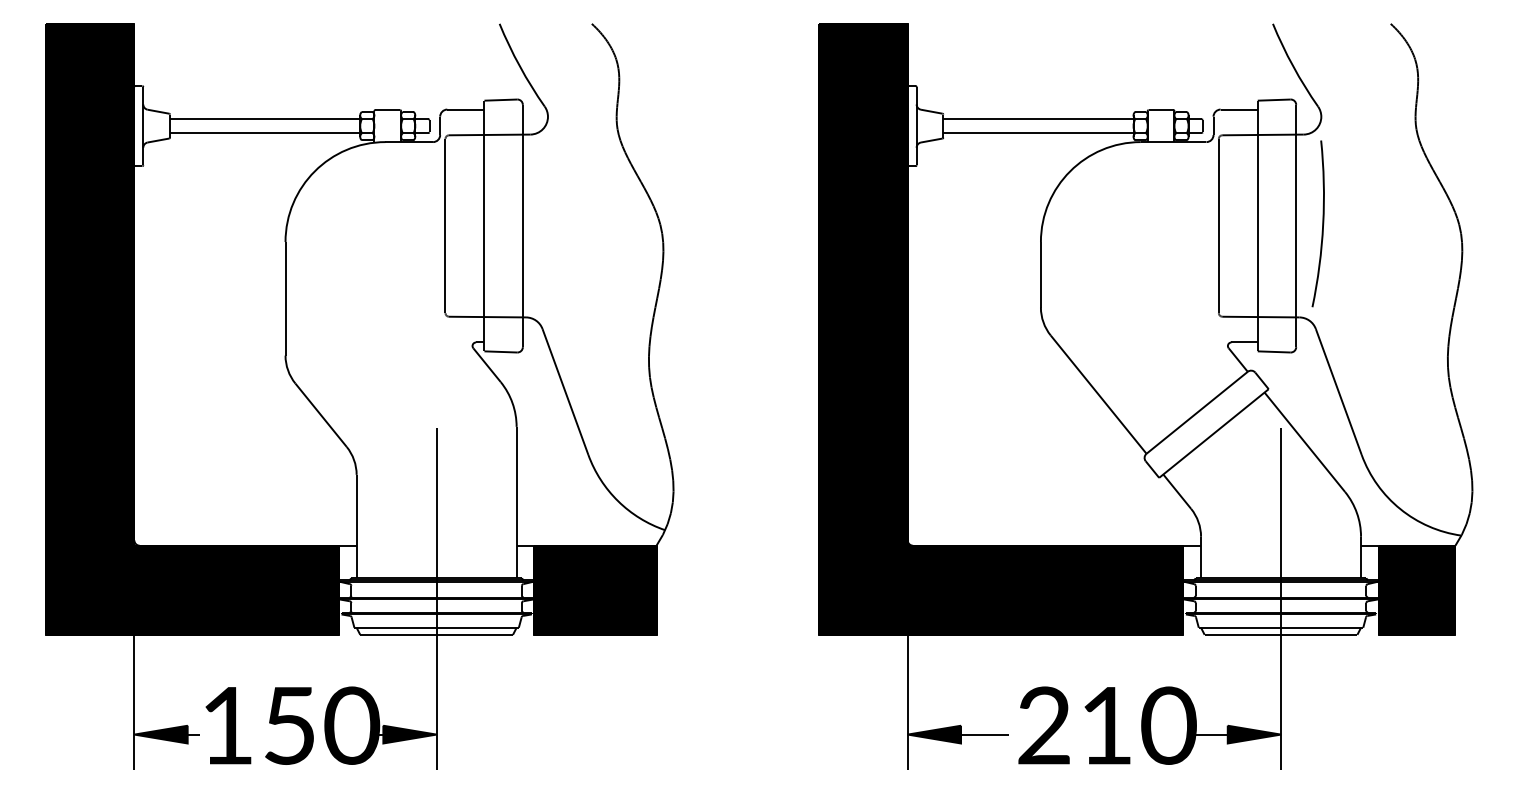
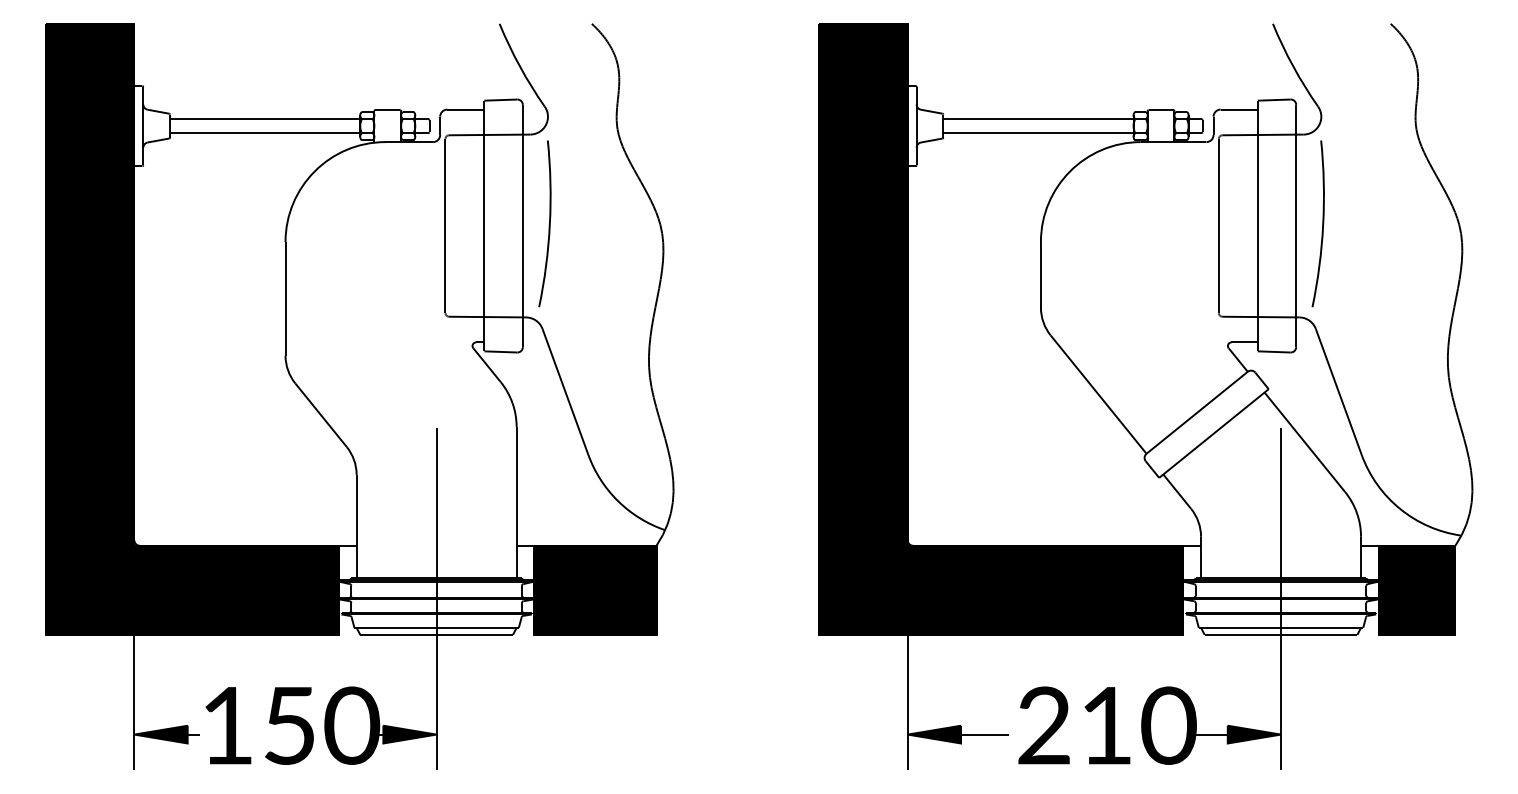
part at (544, 223): none -> present
